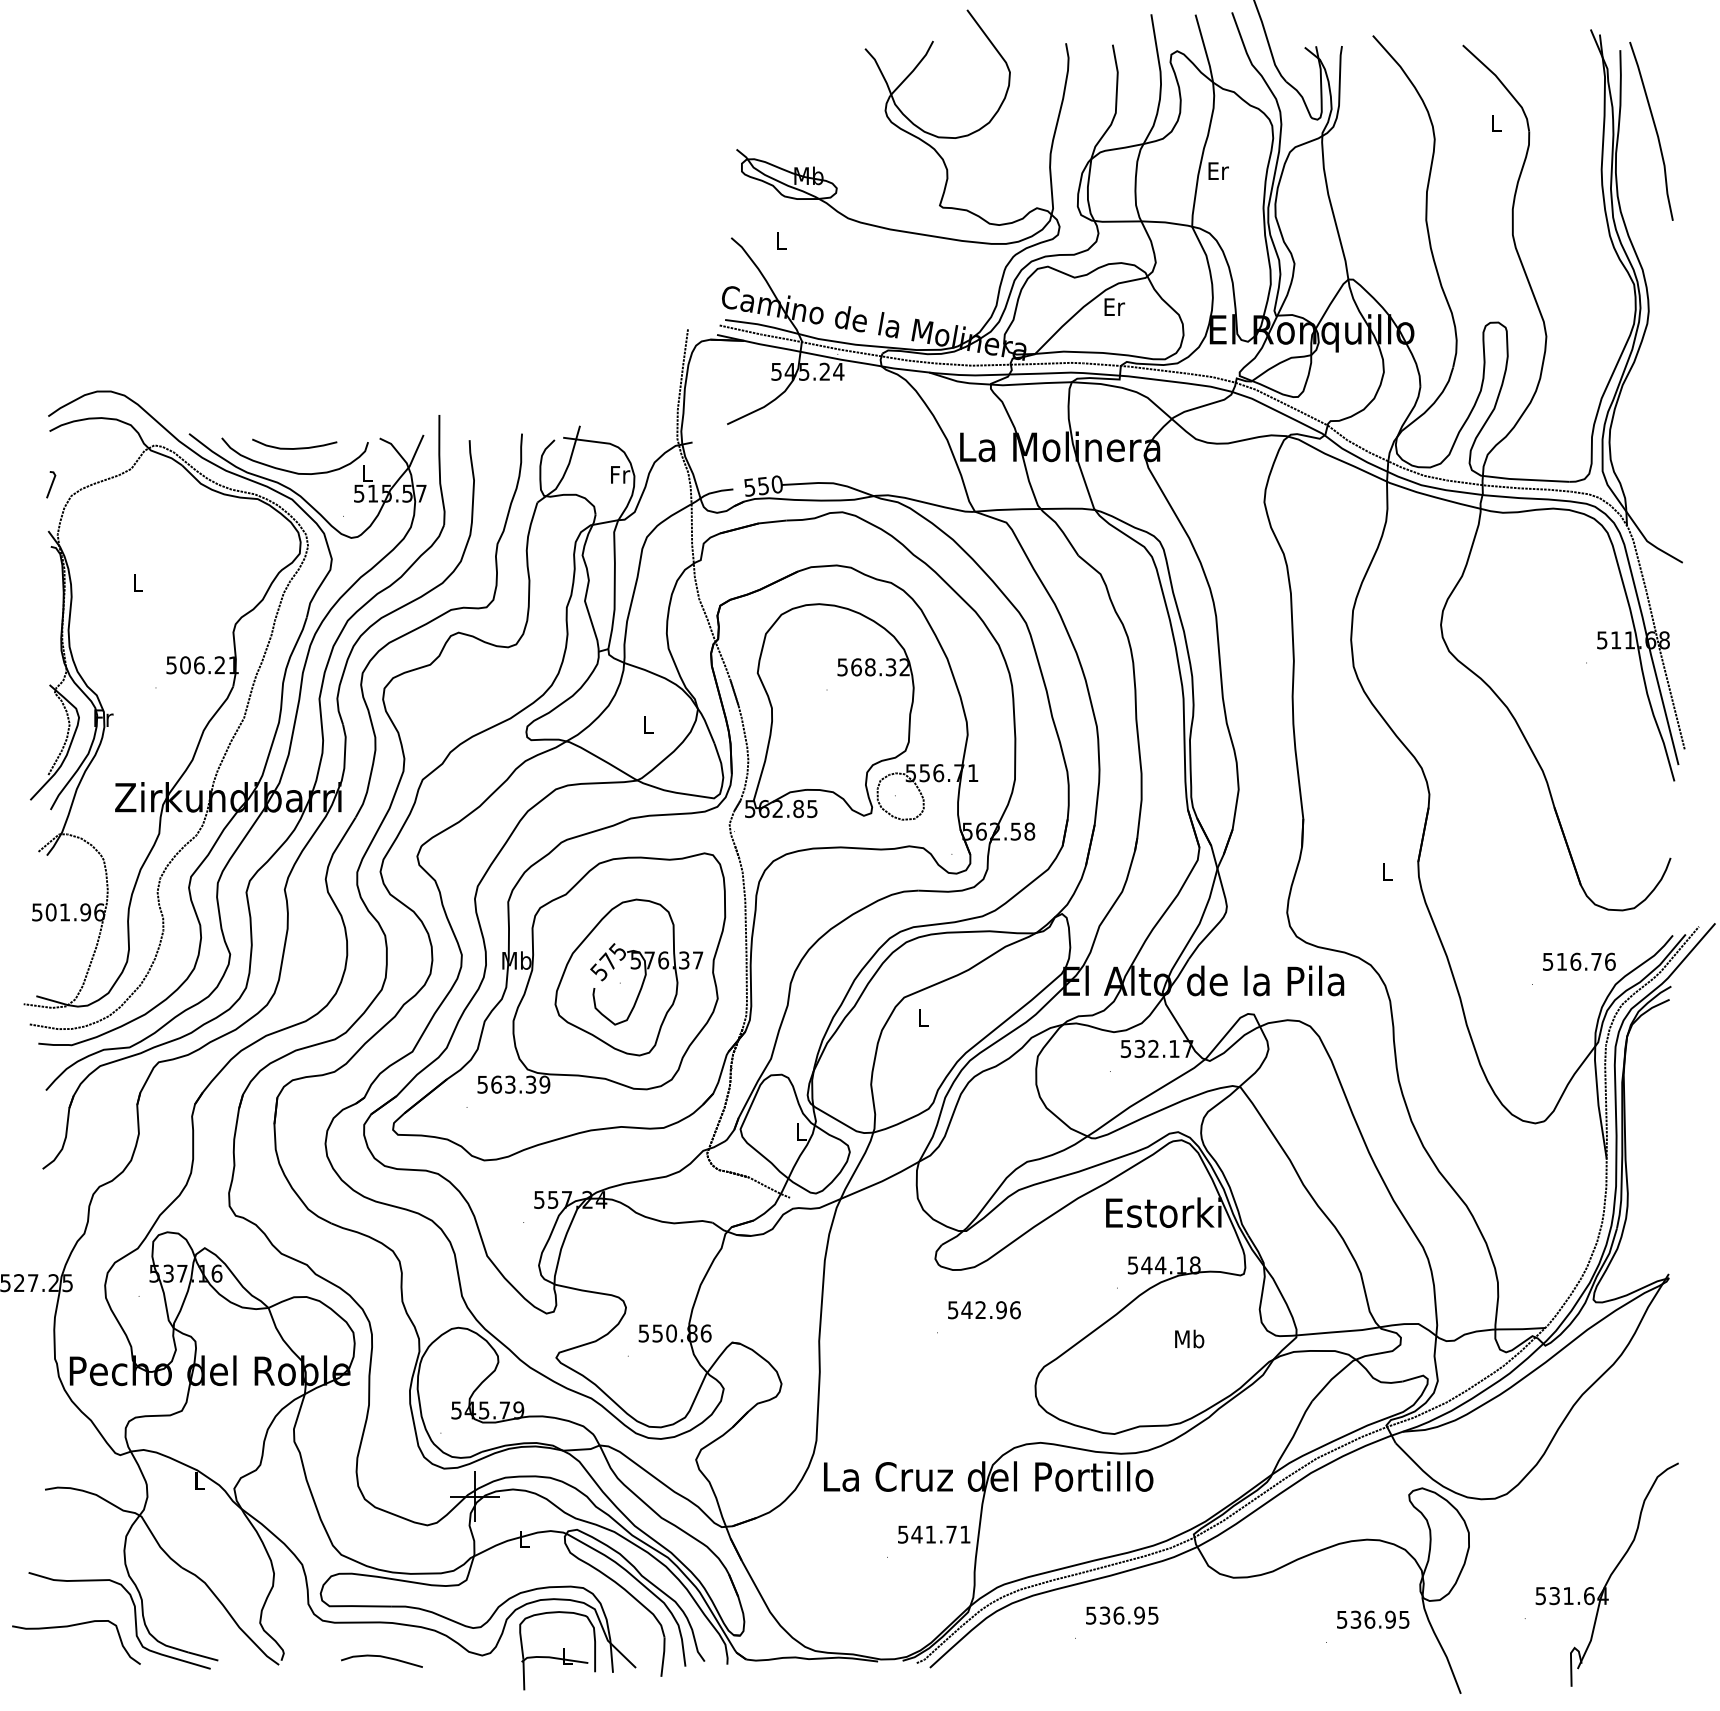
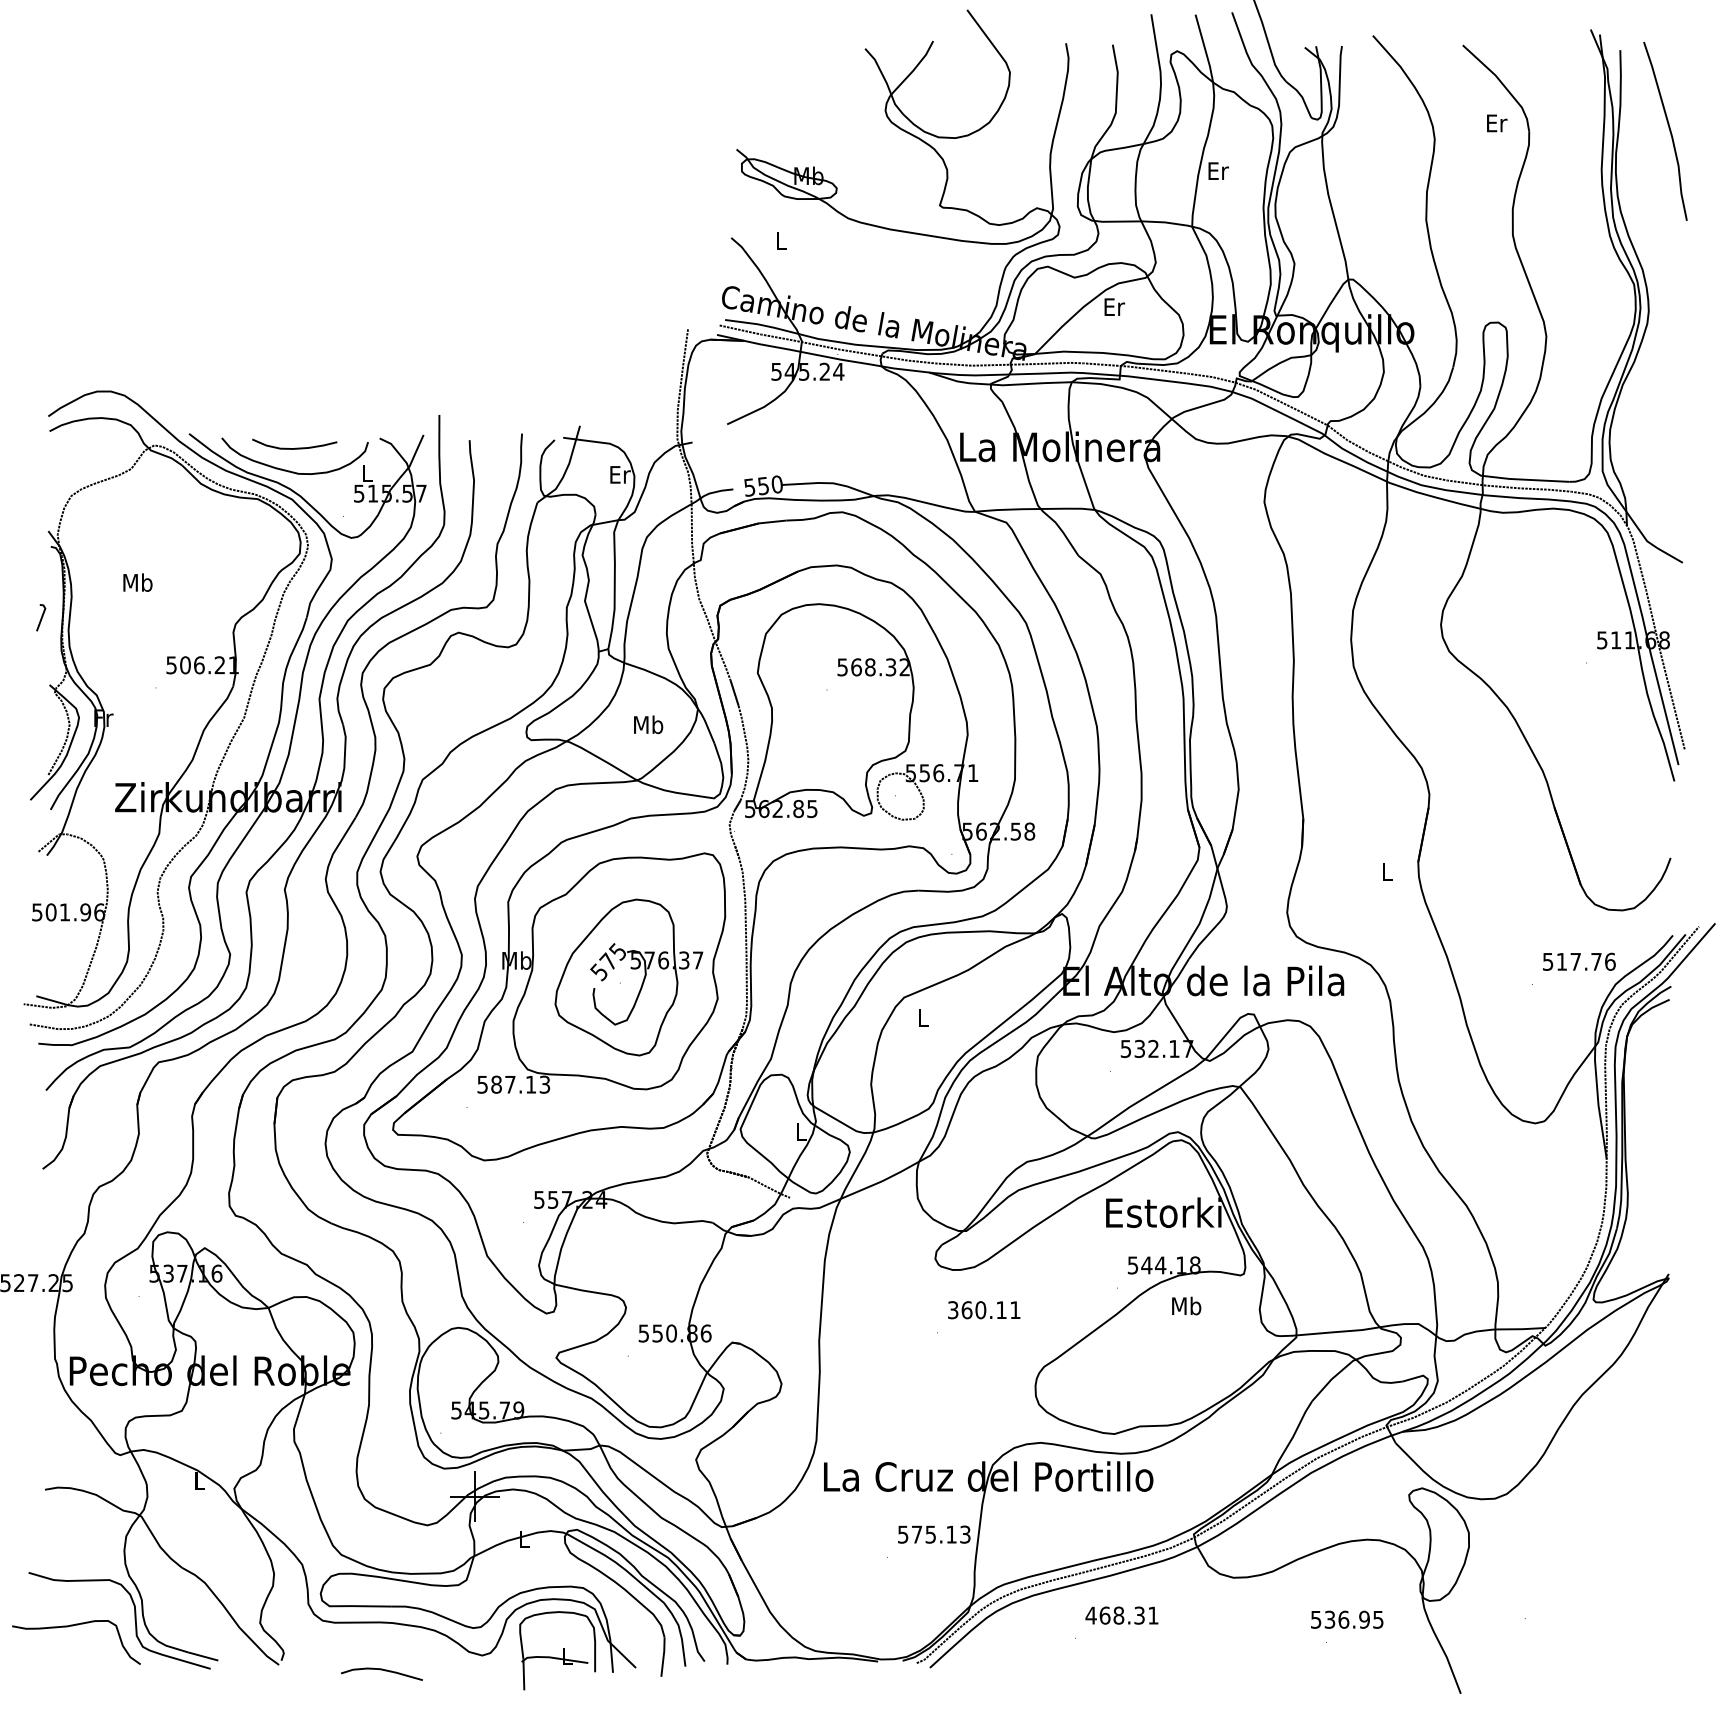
text at (1497, 123): L -> Er
curve at (1654, 128) position: (1654, 128) -> (1668, 128)
text at (620, 474): Fr -> Er
line at (51, 484) position: (51, 484) -> (41, 617)
text at (137, 582): L -> Mb
text at (648, 724): L -> Mb
text at (1575, 961): 516.76 -> 517.76
text at (520, 1084): 563.39 -> 587.13
text at (984, 1310): 542.96 -> 360.11
text at (1189, 1338) position: (1189, 1338) -> (1186, 1305)
text at (940, 1534): 541.71 -> 575.13
part at (1606, 1574): present -> none
text at (1121, 1615): 536.95 -> 468.31
text at (1373, 1619) position: (1373, 1619) -> (1347, 1619)
curve at (381, 1657) position: (381, 1657) -> (381, 1670)
